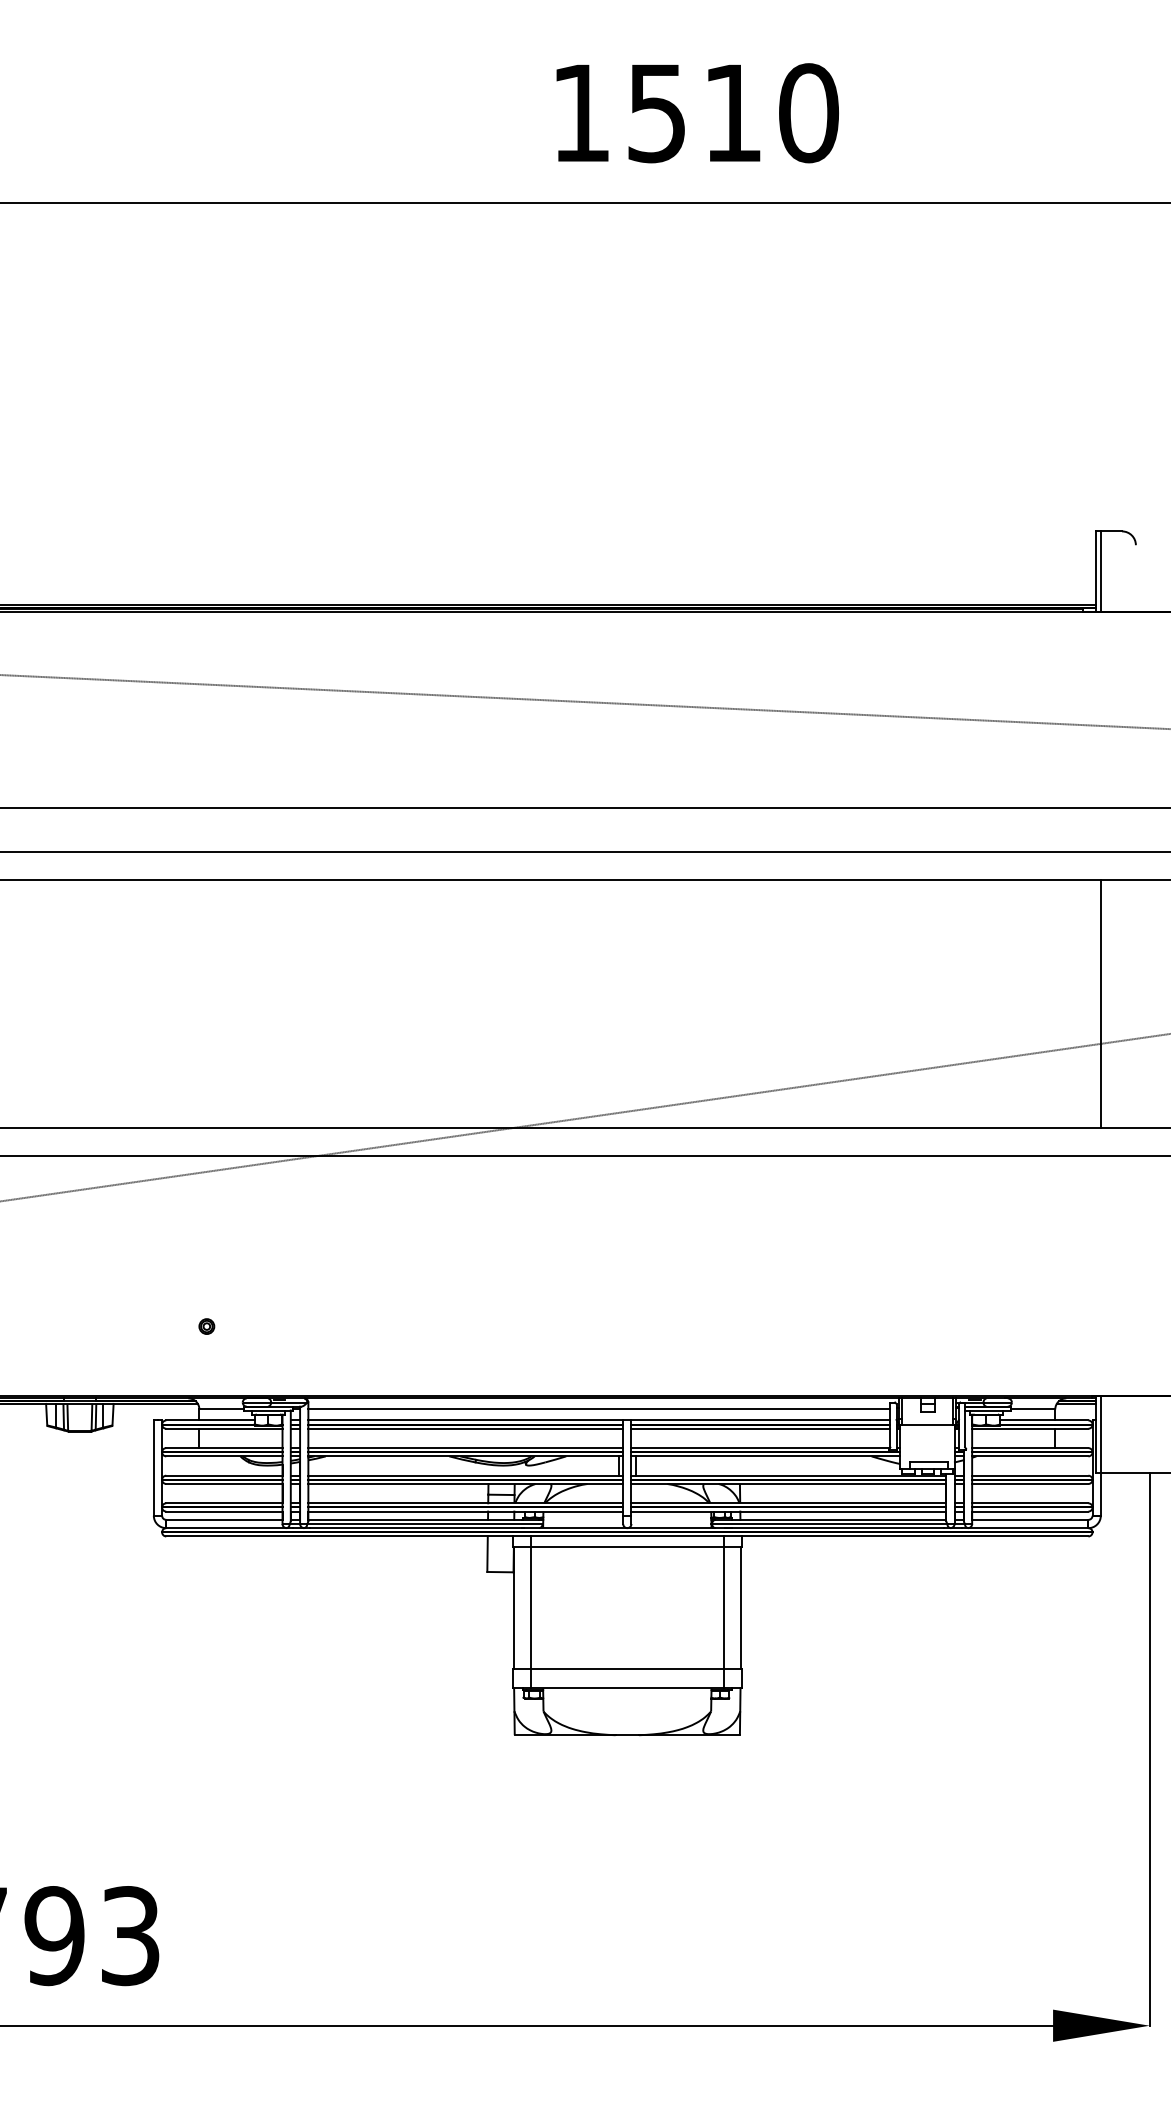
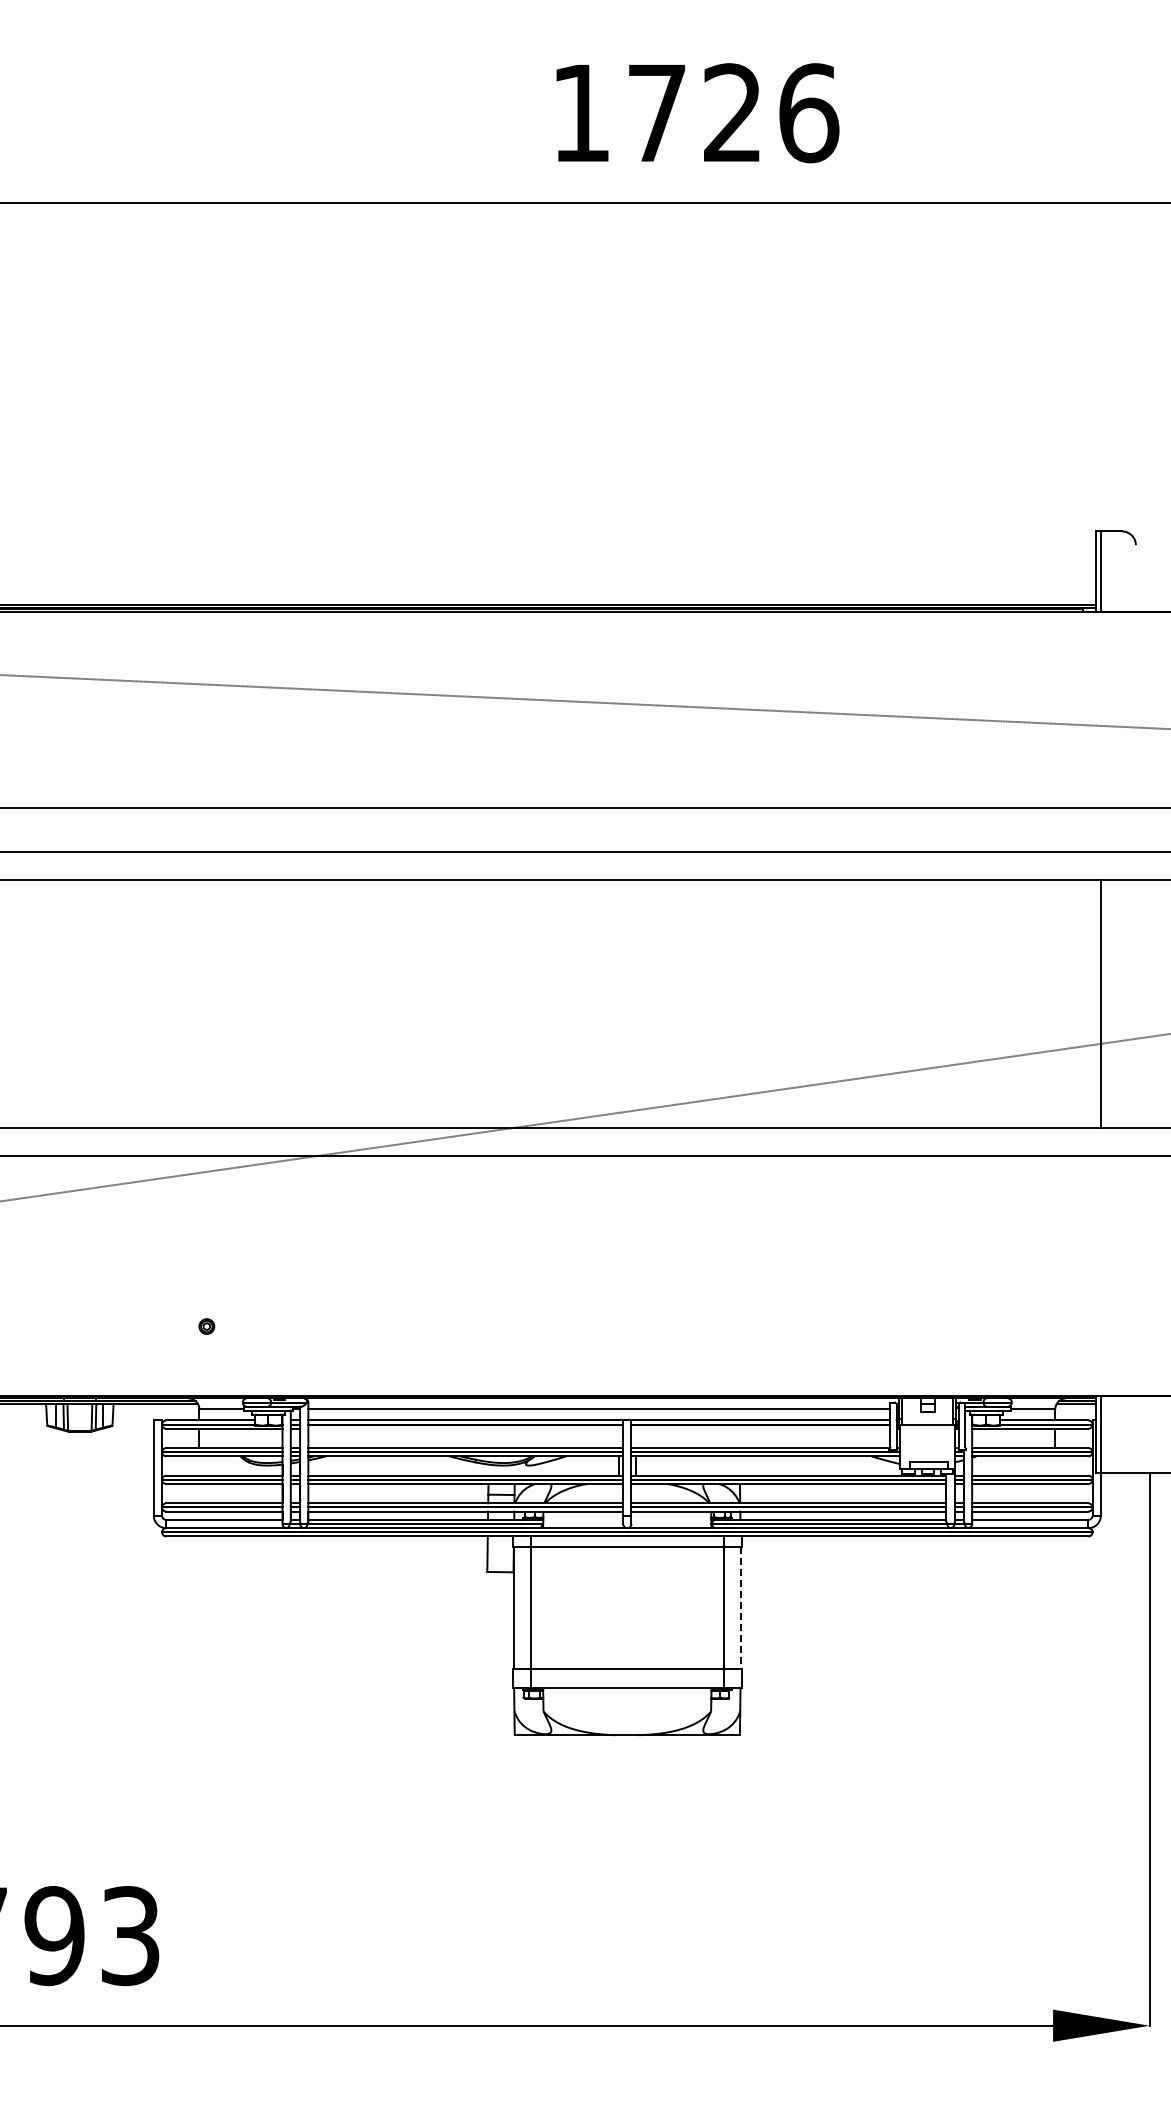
text at (733, 113): 1510 -> 1726
line at (465, 1428): present -> none
line at (760, 1428): present -> none
line at (740, 1608): solid -> dashed
